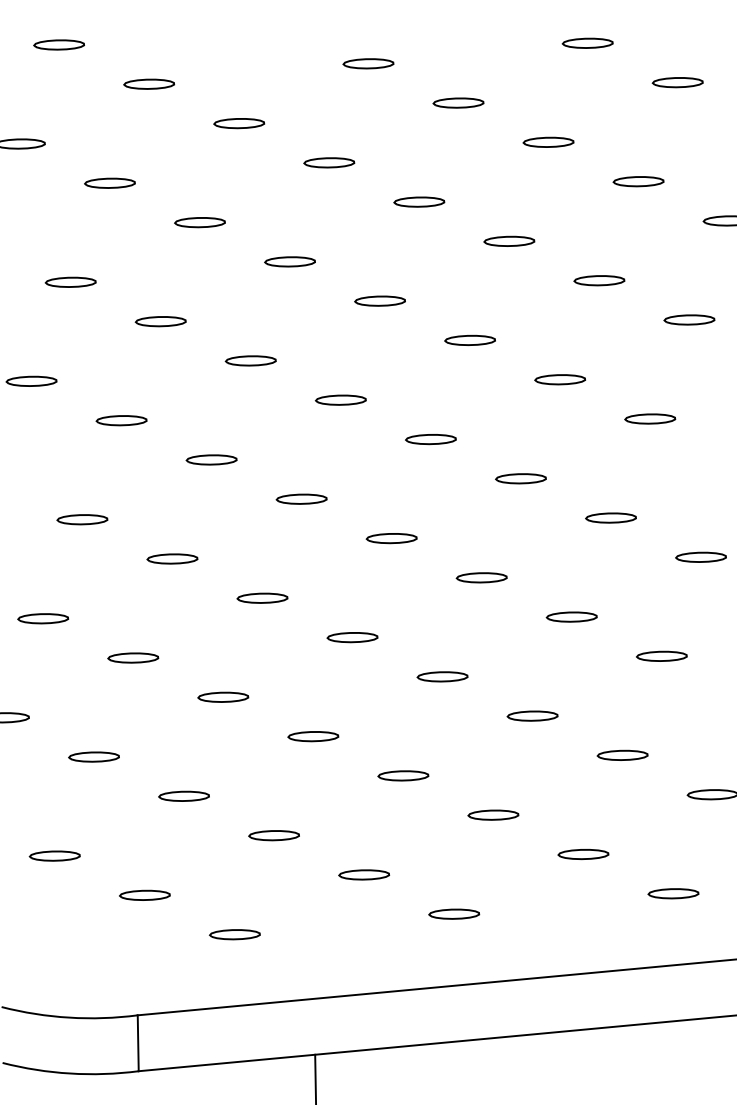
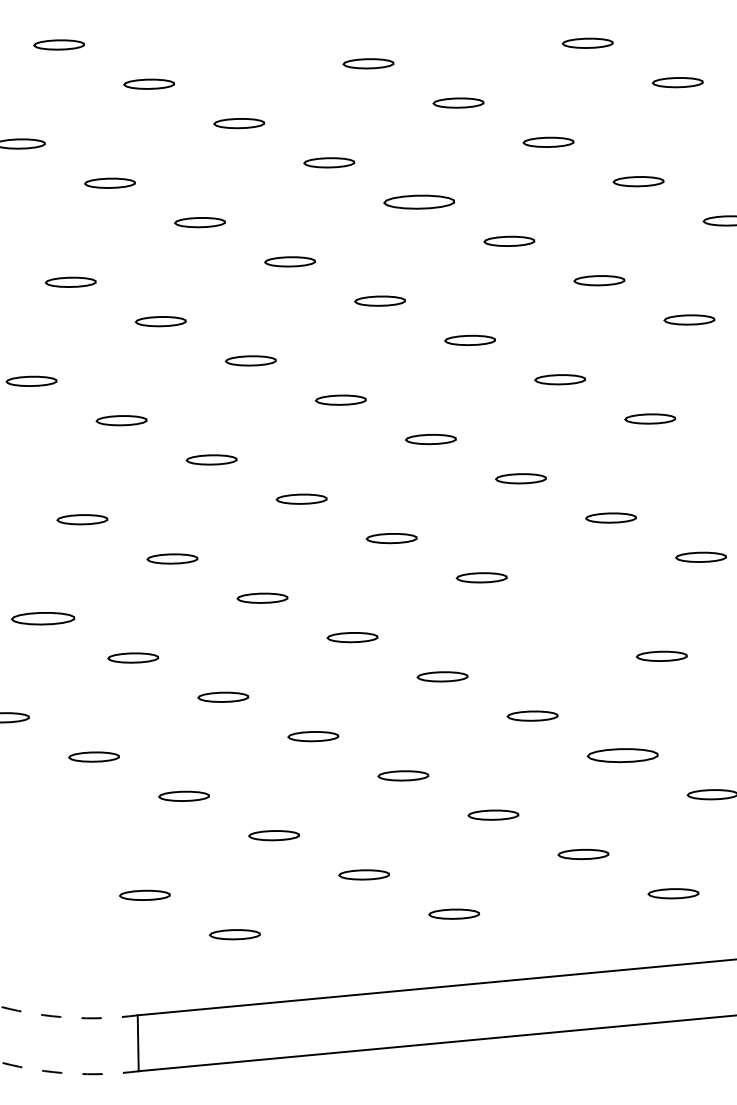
part at (419, 201) size: 53x12 px -> 73x16 px
part at (571, 616): present -> none
part at (43, 618) size: 53x12 px -> 66x14 px
part at (622, 754) size: 53x12 px -> 73x16 px
part at (54, 855): present -> none
arc at (69, 1017): solid -> dashed
arc at (70, 1073): solid -> dashed
line at (315, 1077): present -> none
